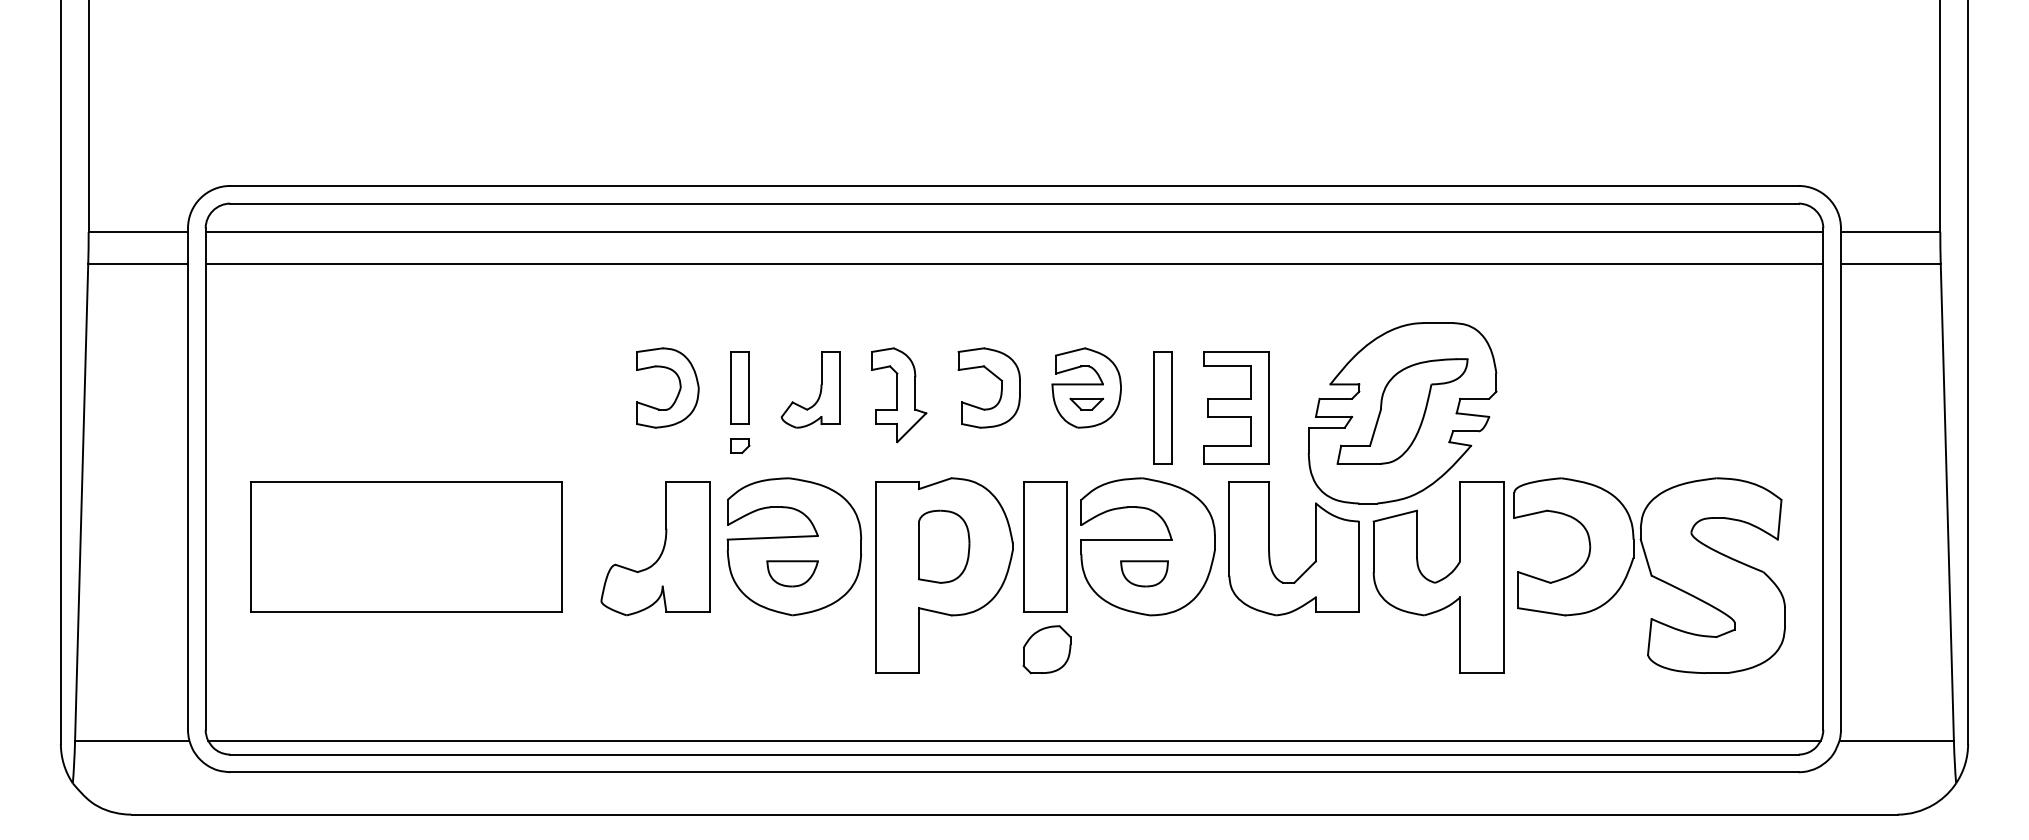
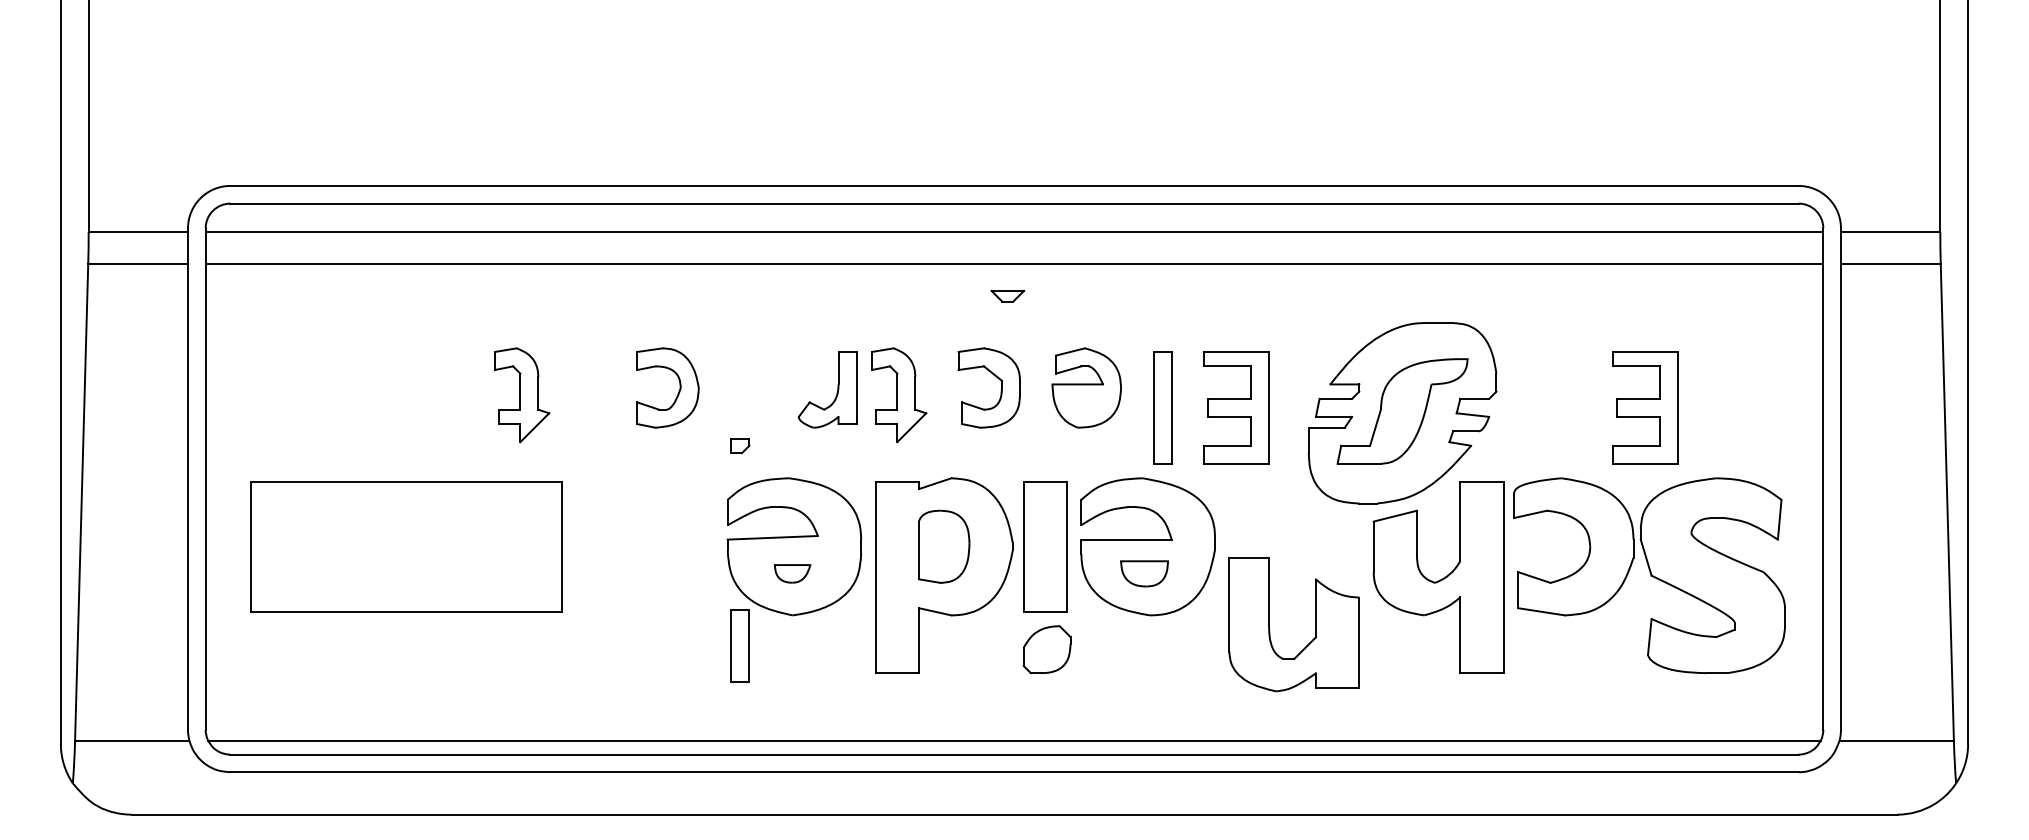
part at (739, 387) position: (739, 387) -> (739, 645)
part at (819, 392) position: (819, 392) -> (836, 392)
part at (522, 395): none -> present
part at (1086, 403) position: (1086, 403) -> (1007, 295)
part at (1645, 407): none -> present
part at (1315, 548) position: (1315, 548) -> (1315, 624)
part at (661, 551): present -> none
part at (792, 573) size: 53x28 px -> 38x20 px
